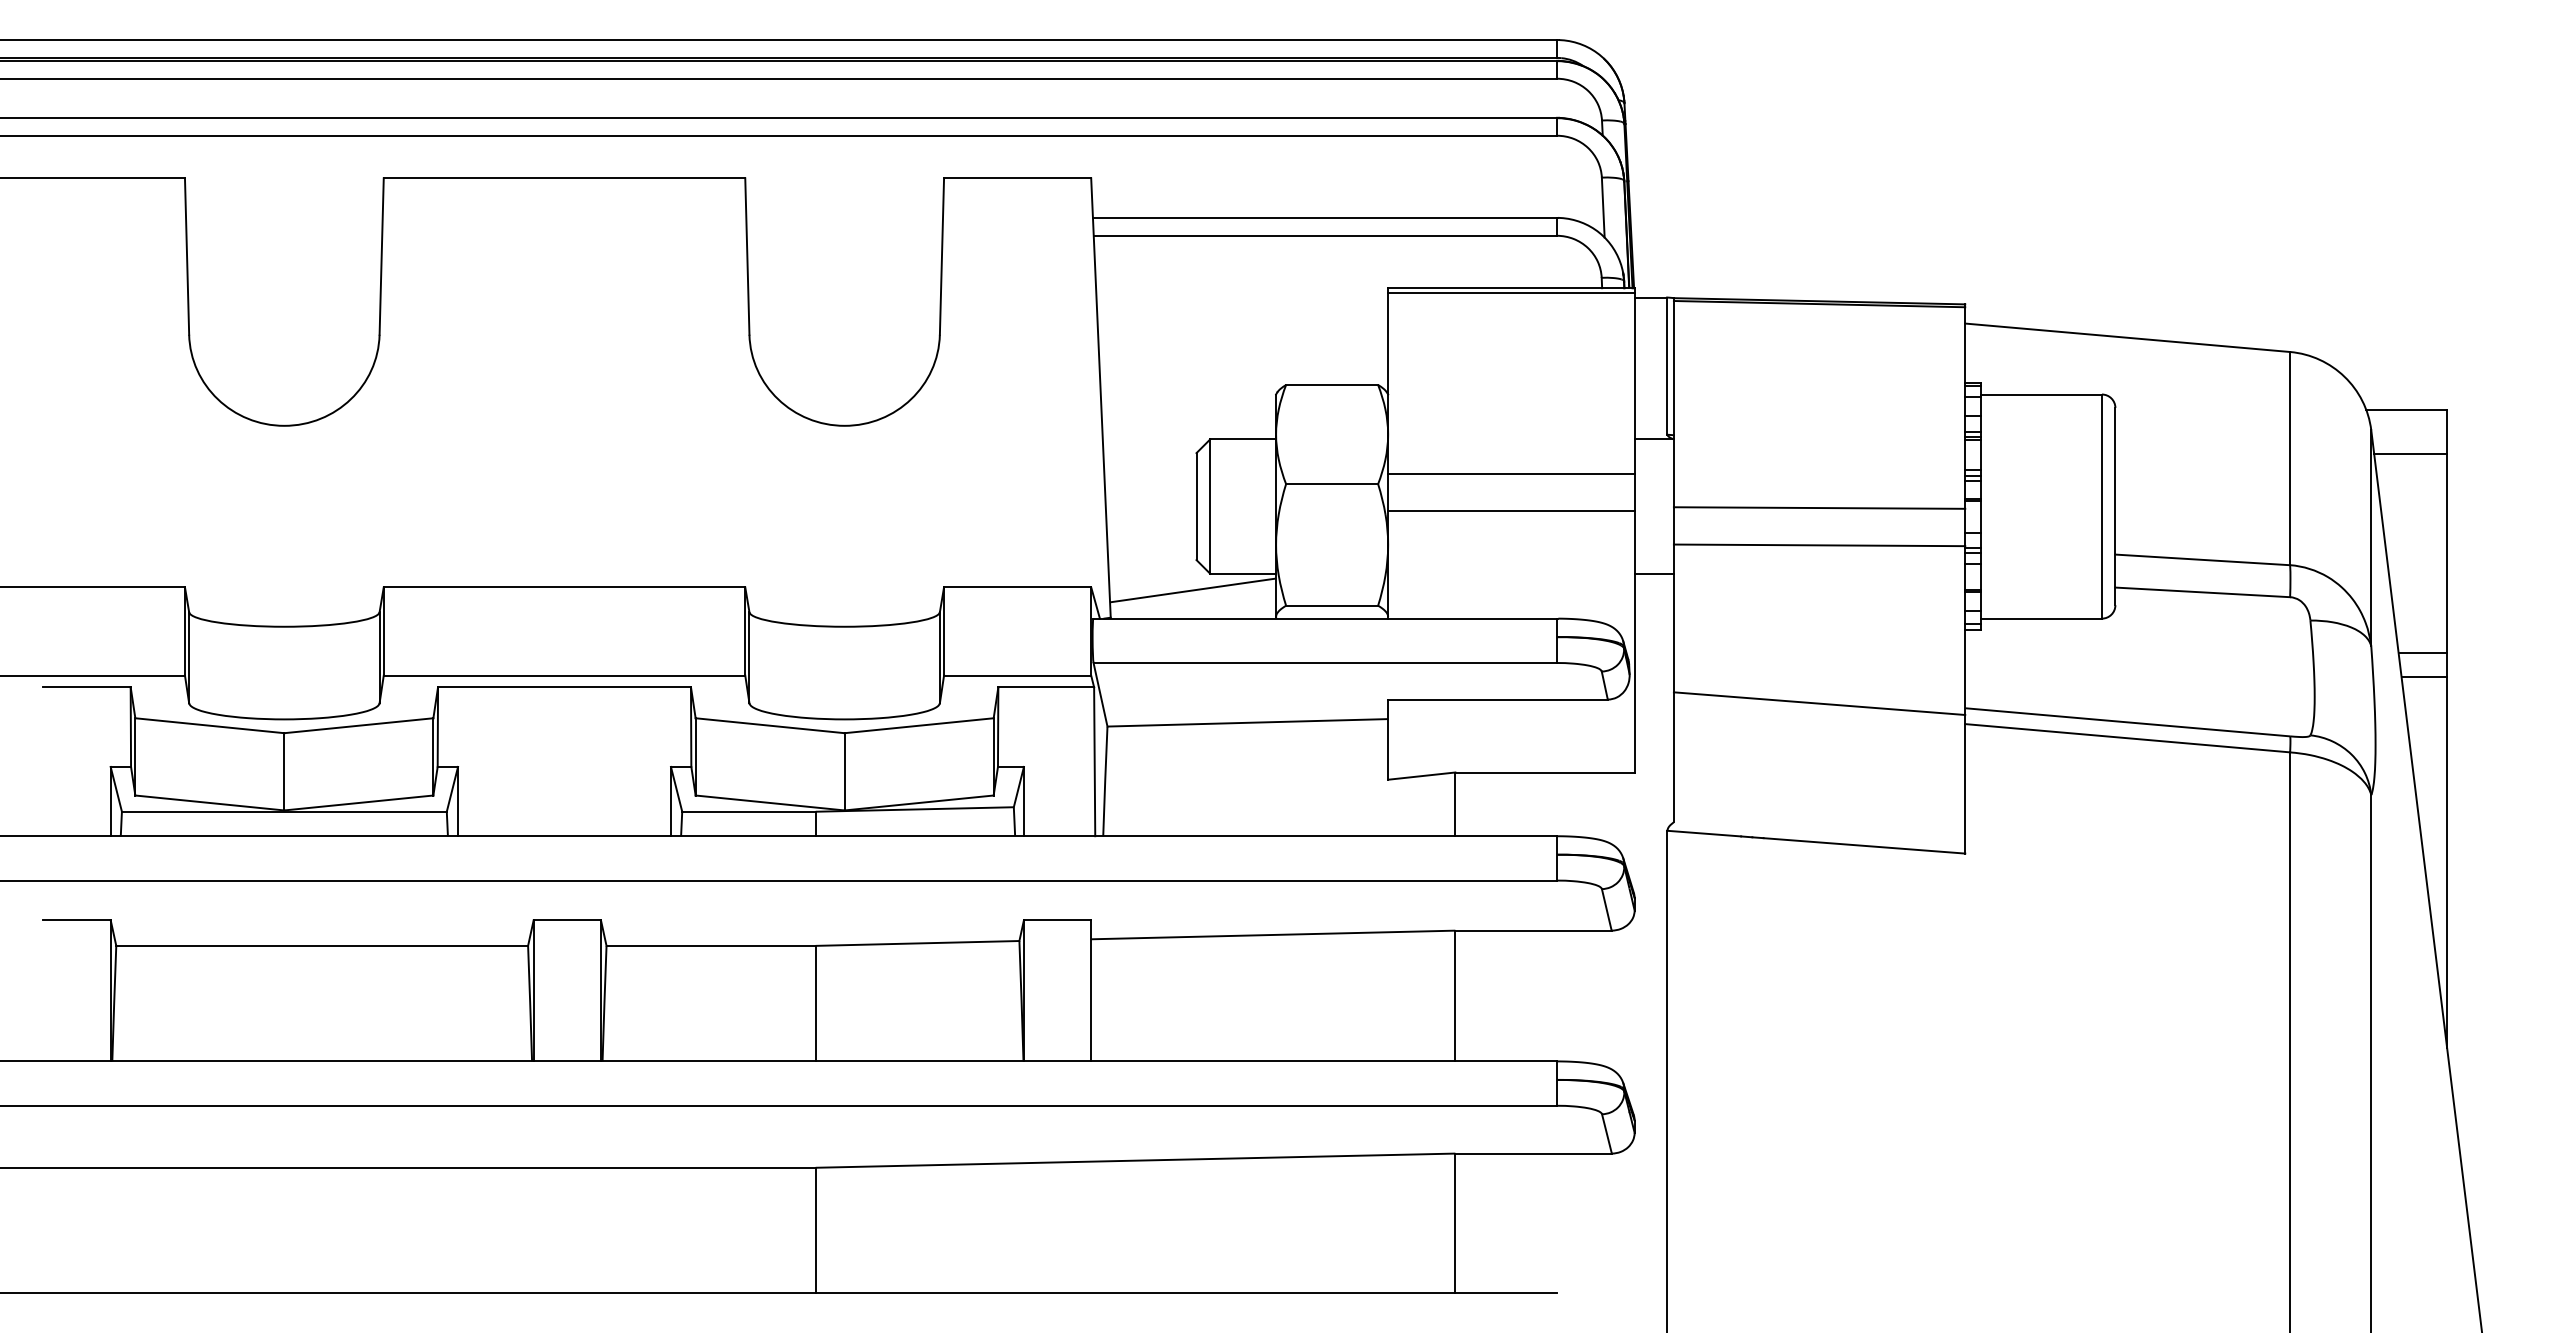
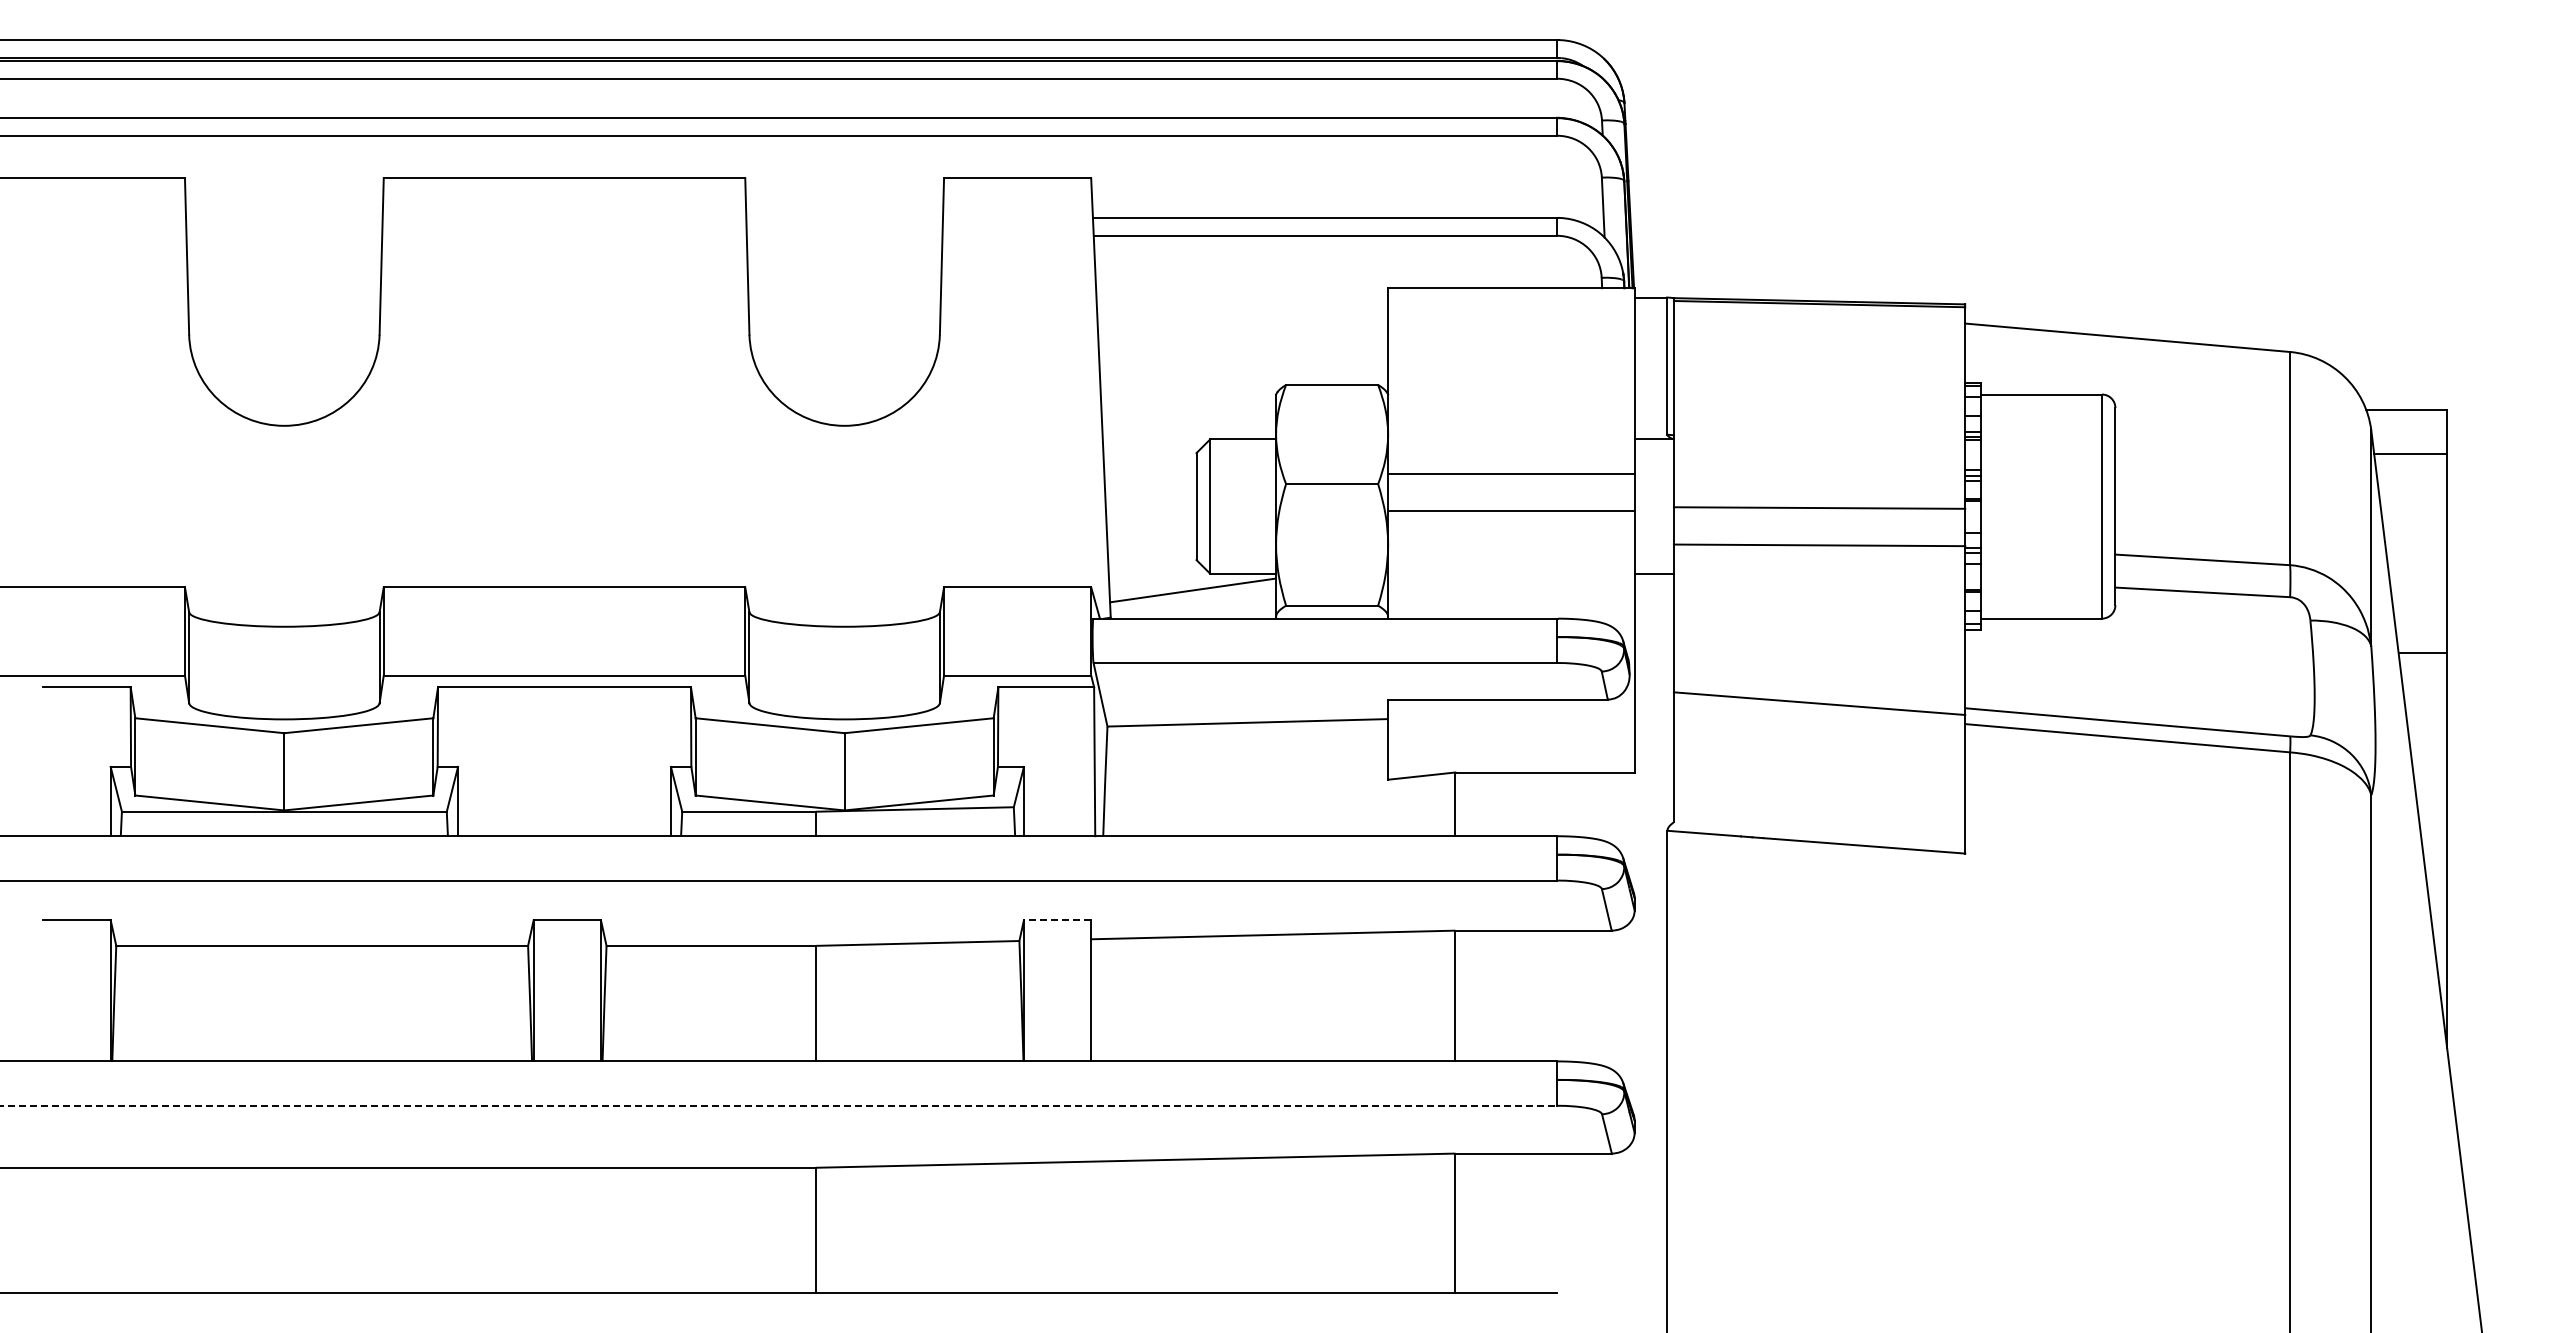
line at (1511, 292): present -> none
line at (2424, 676): present -> none
line at (1057, 920): solid -> dashed
line at (779, 1105): solid -> dashed
